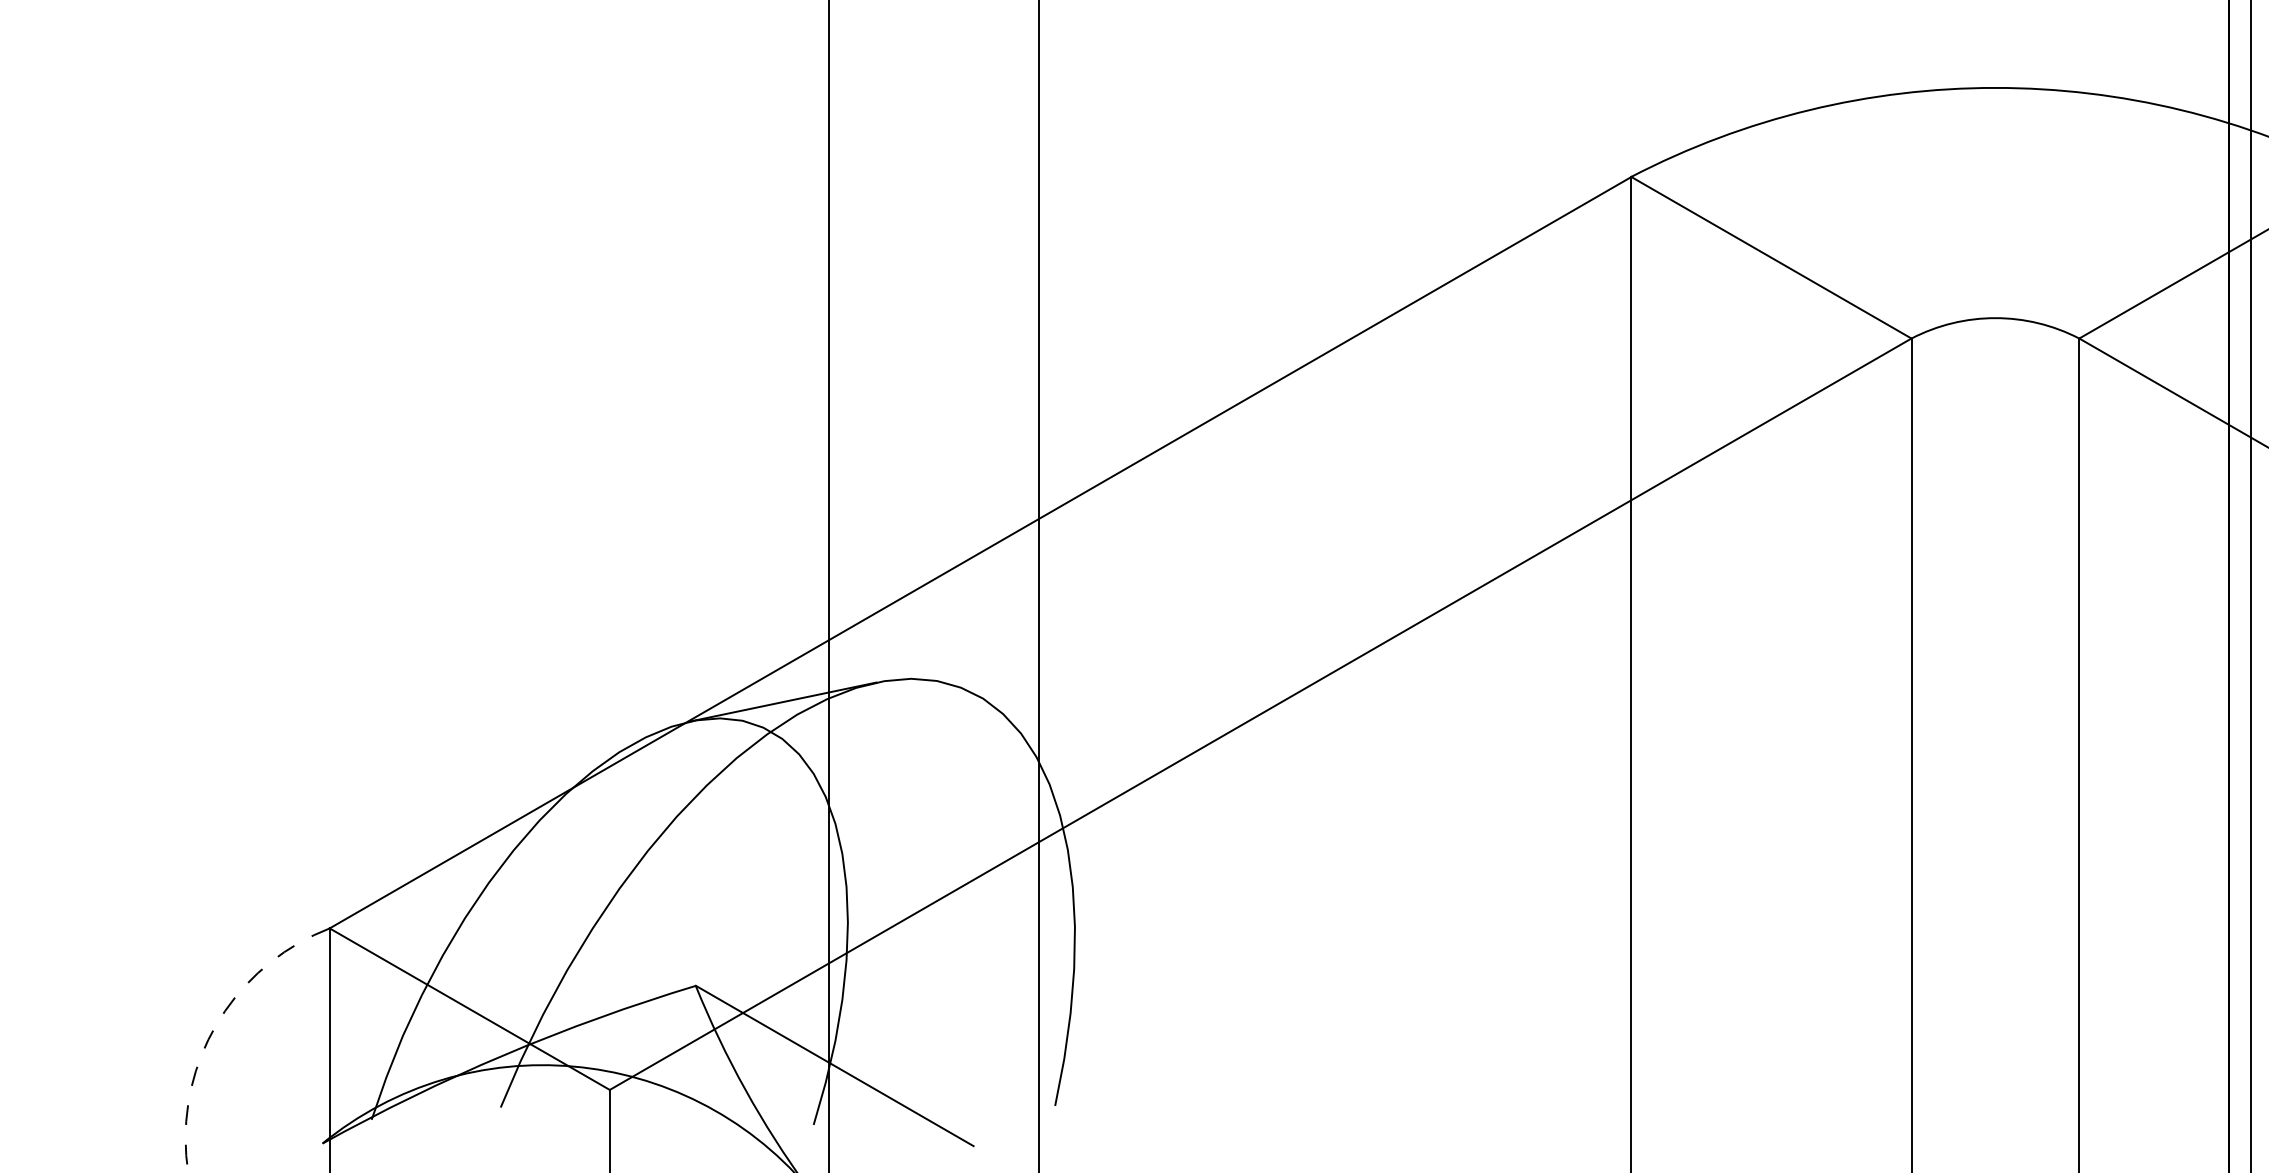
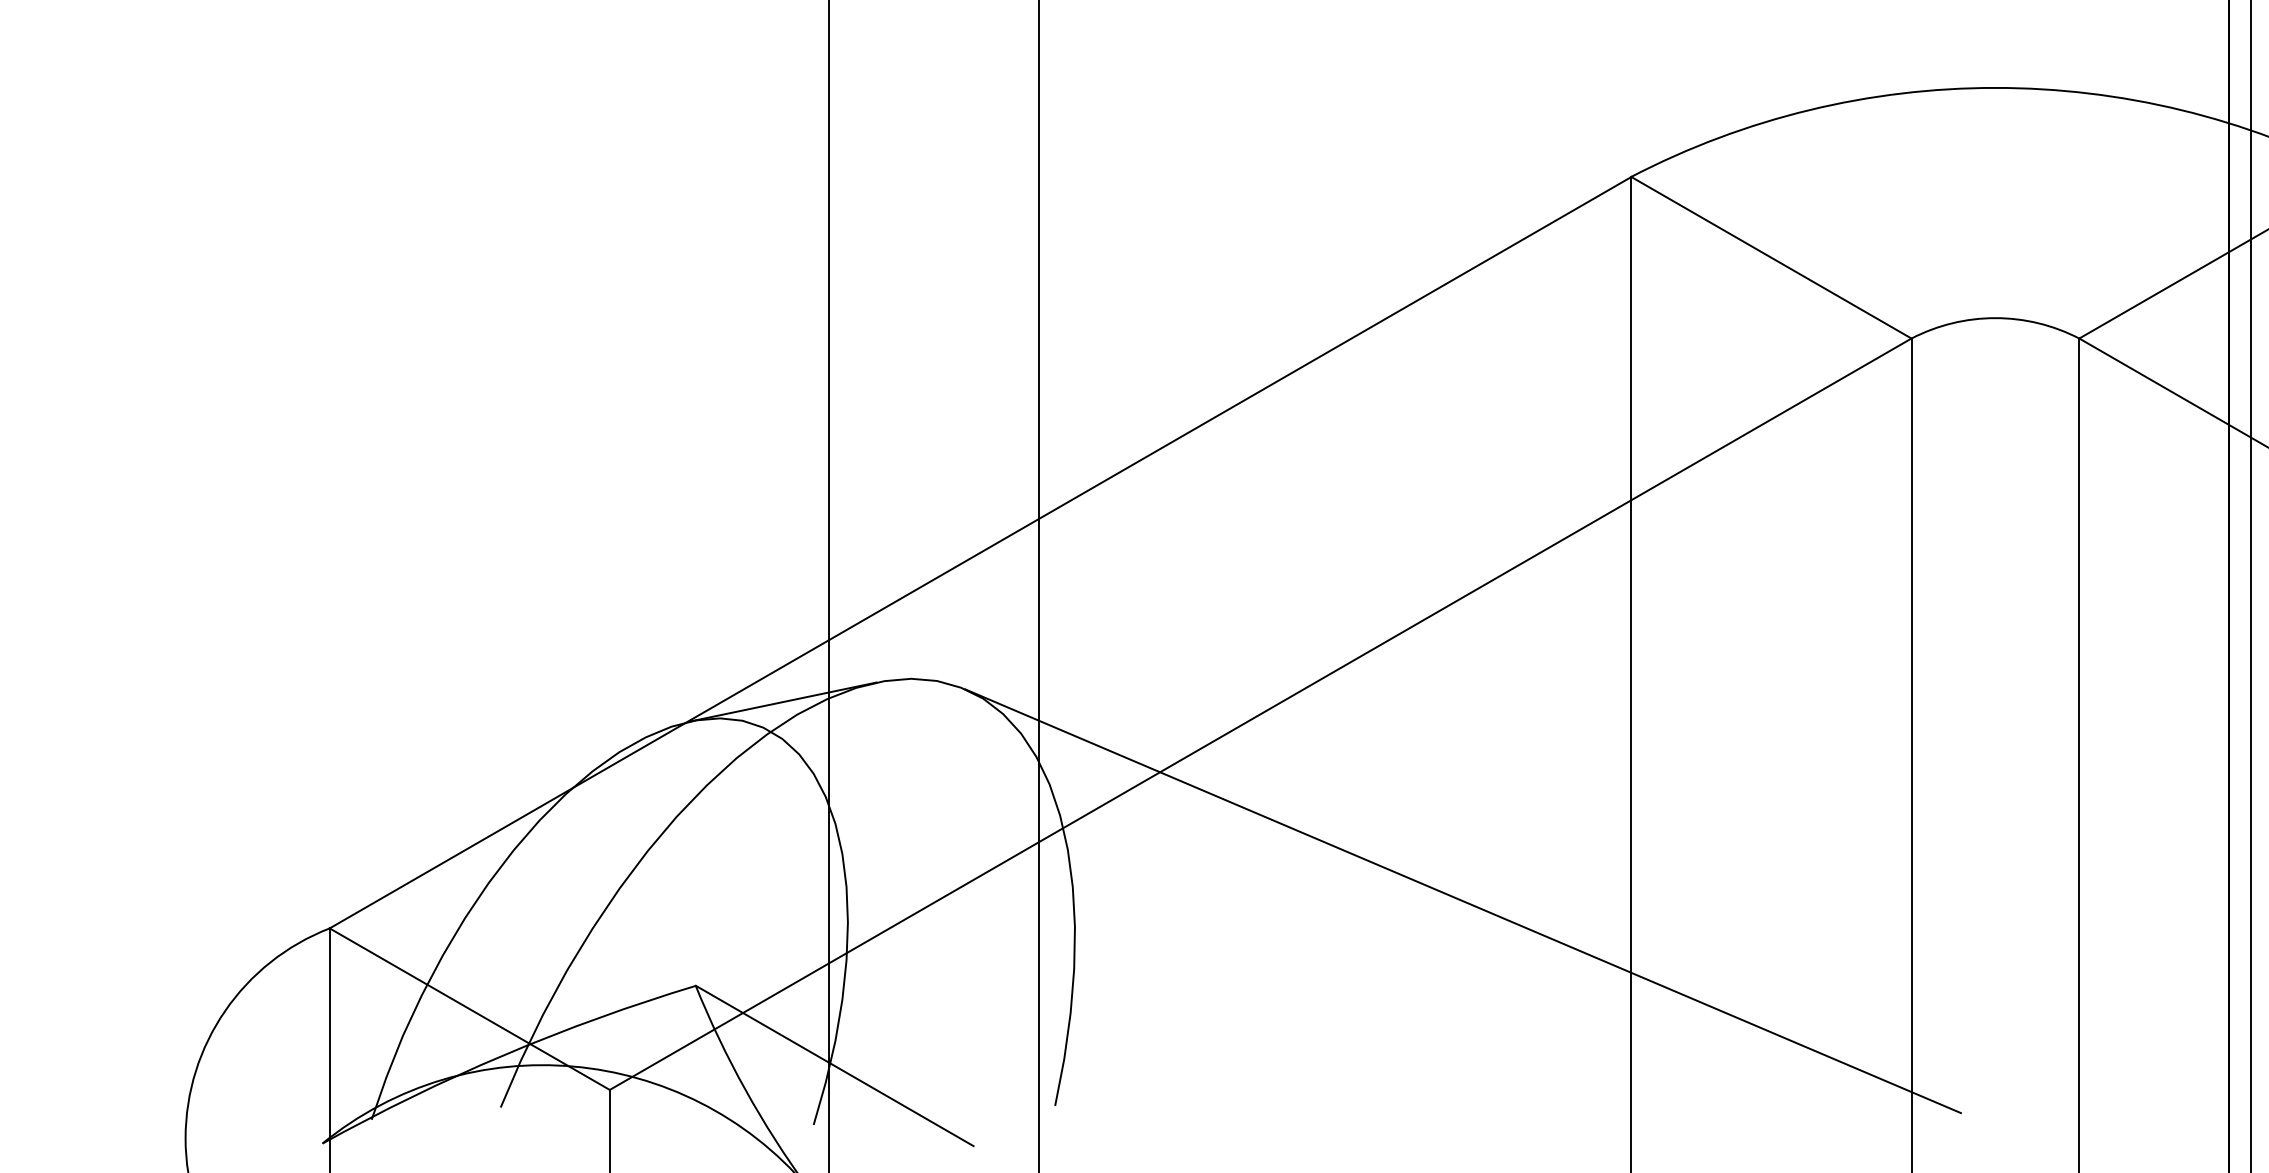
line at (1462, 901): none -> present
arc at (215, 1025): dashed -> solid
